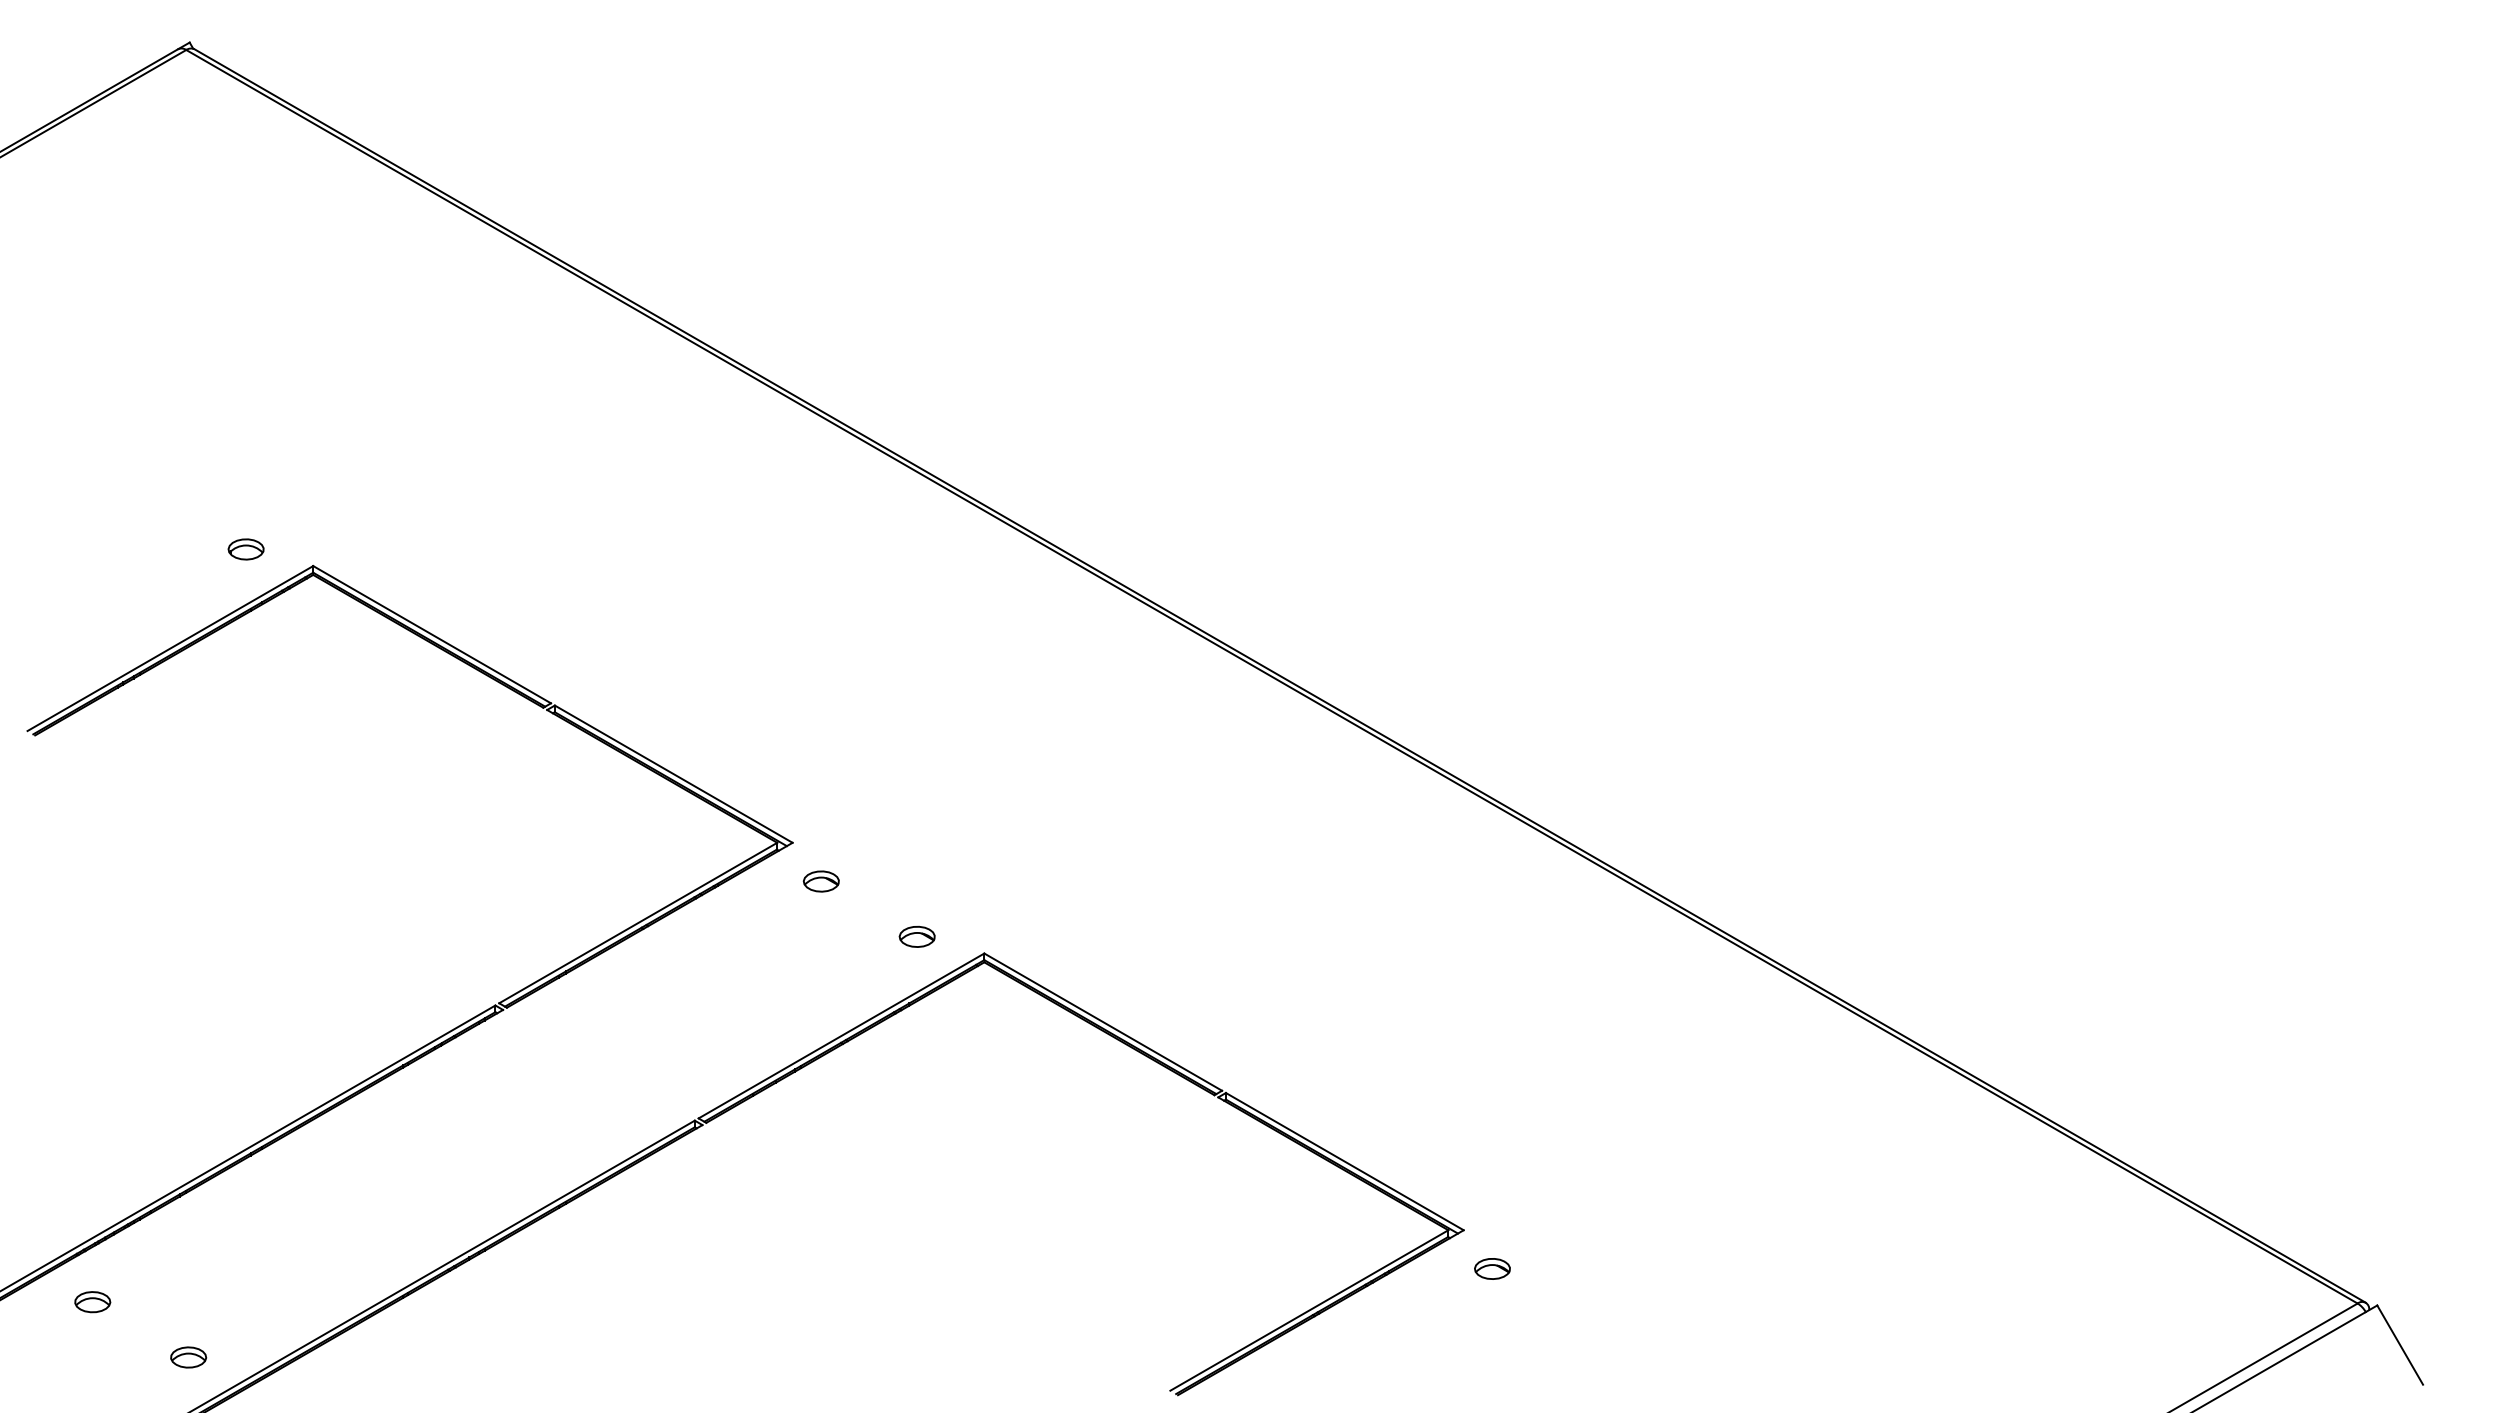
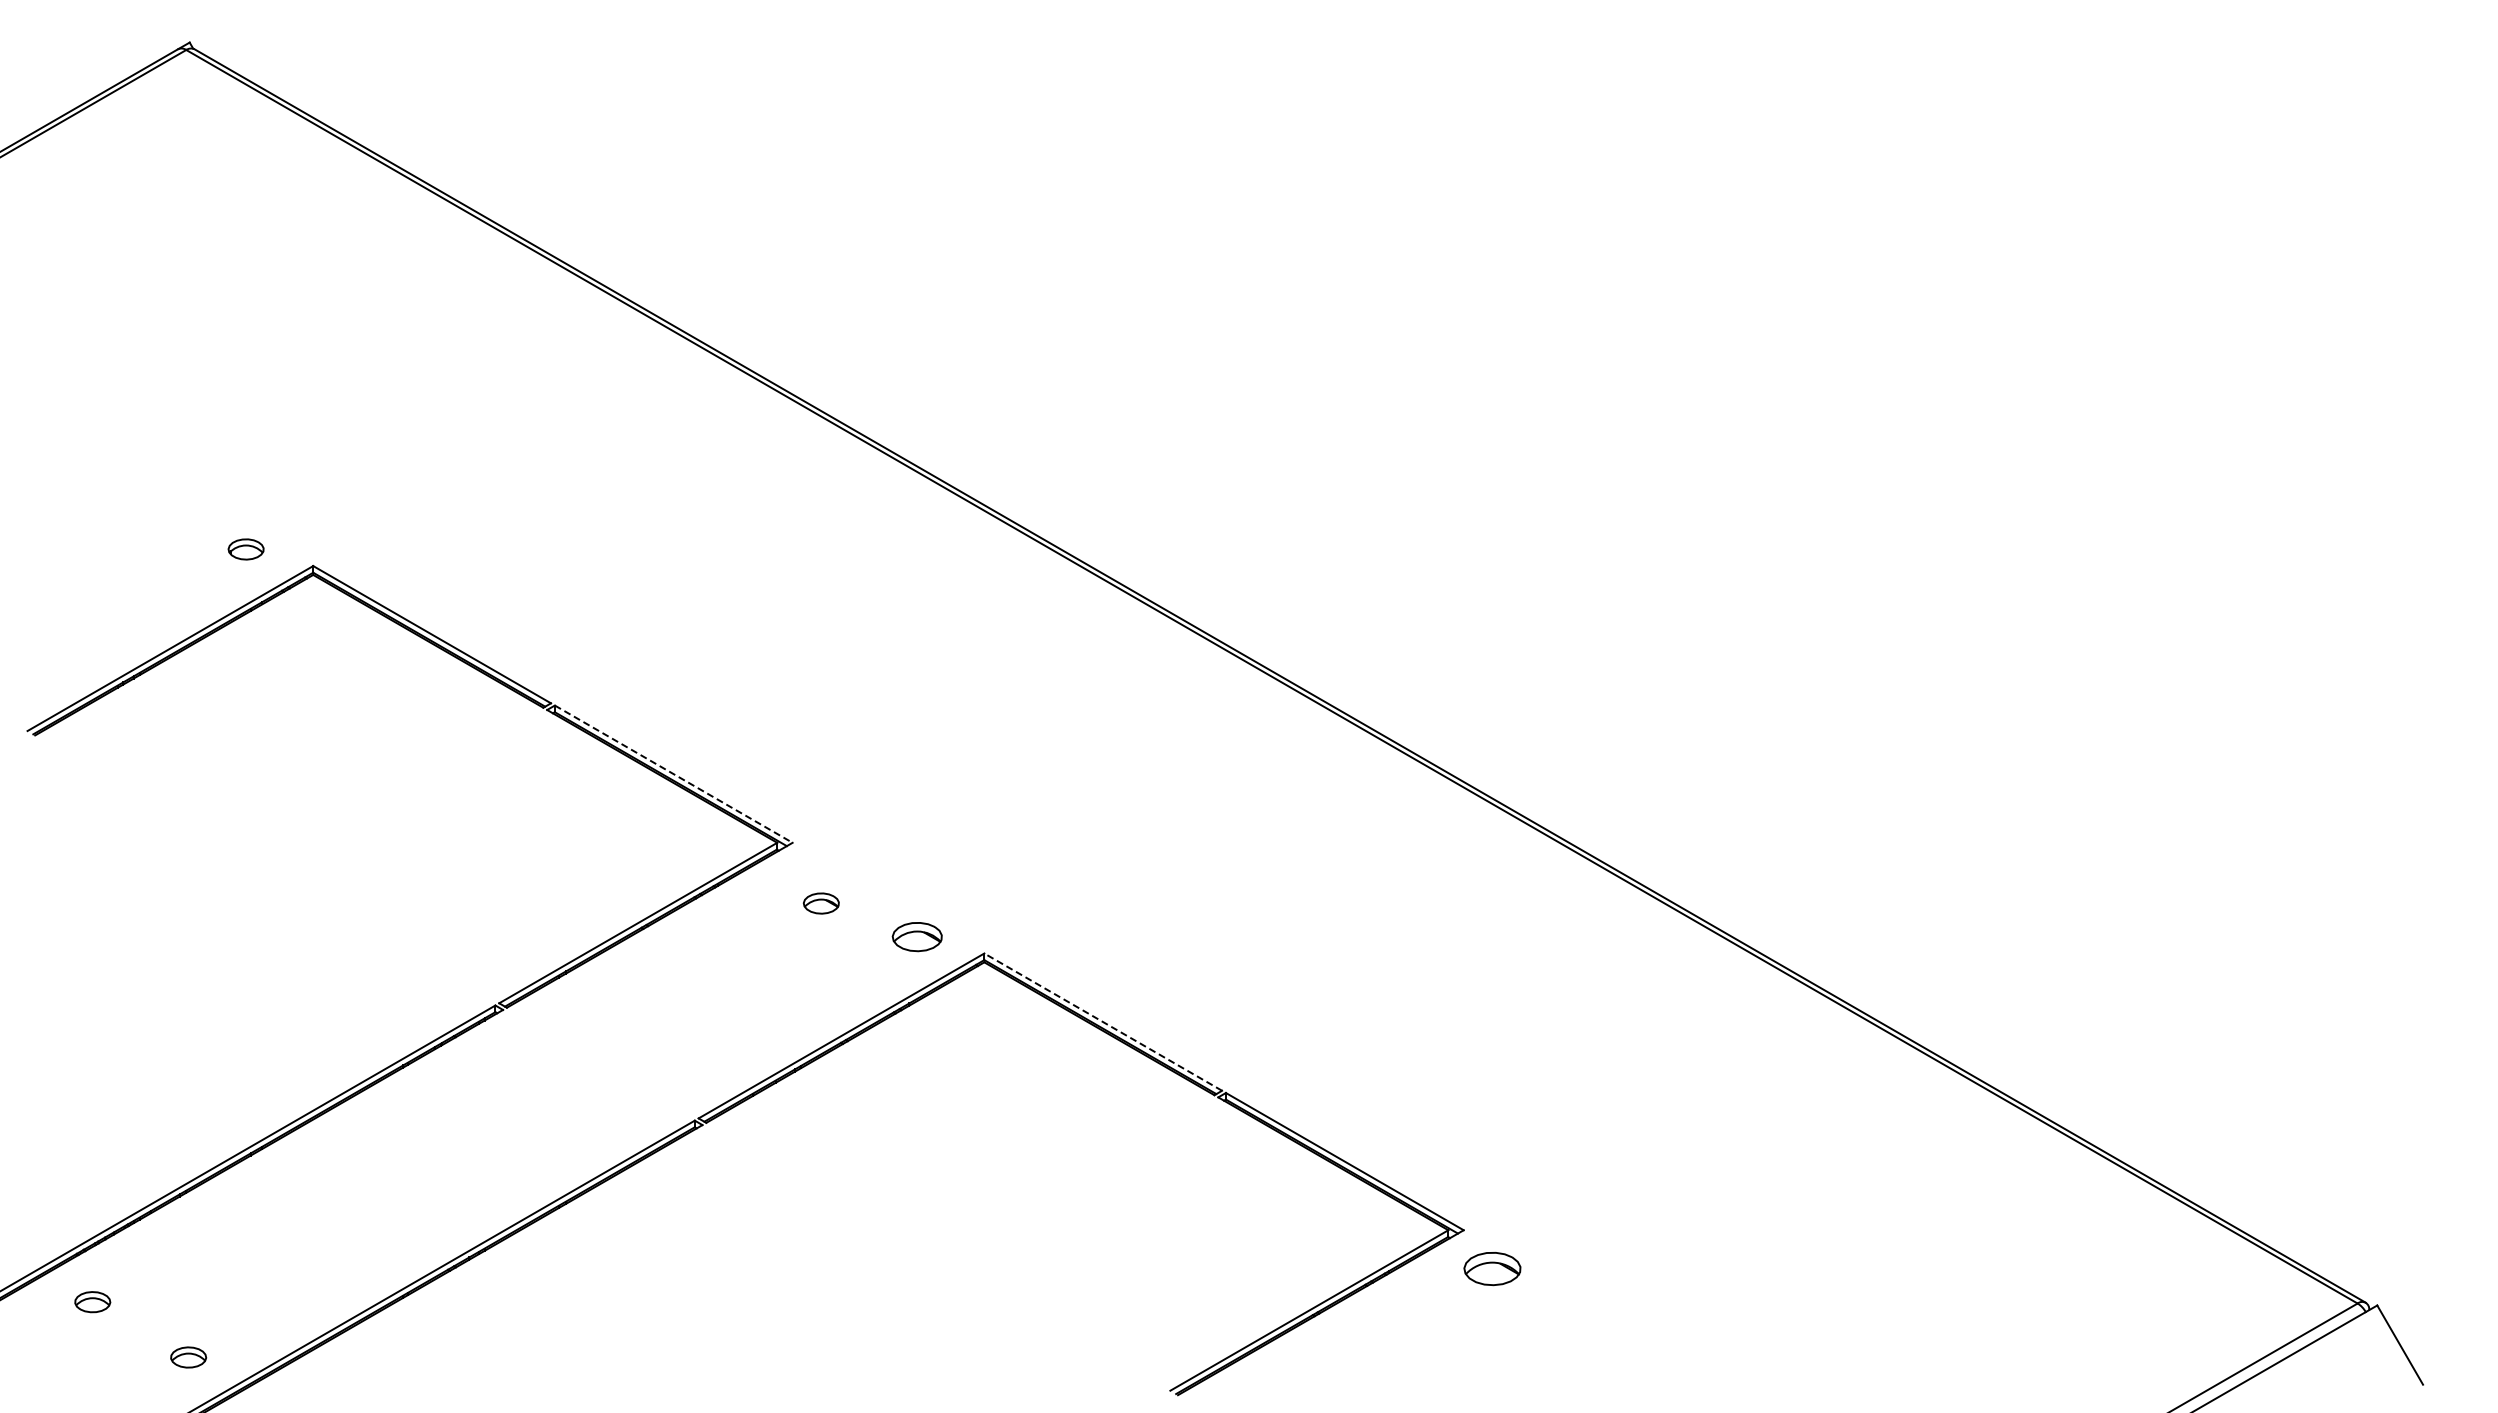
line at (674, 774): solid -> dashed
part at (820, 881) position: (820, 881) -> (820, 903)
part at (916, 936) size: 38x23 px -> 52x31 px
line at (1102, 1021): solid -> dashed
part at (1492, 1268) size: 37x22 px -> 59x35 px
